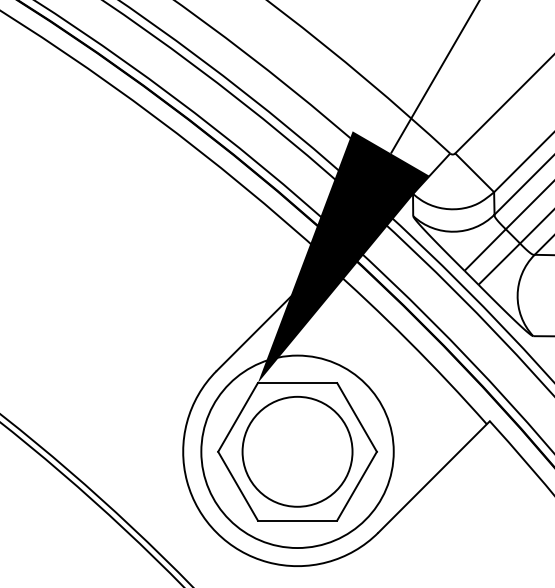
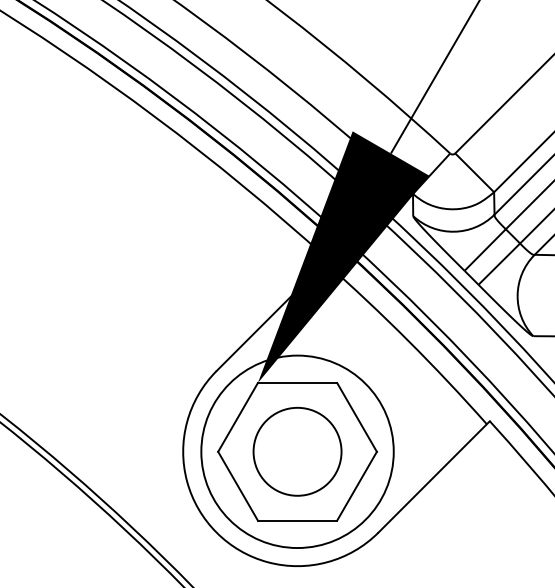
circle at (297, 451) diameter: 110 px -> 88 px
